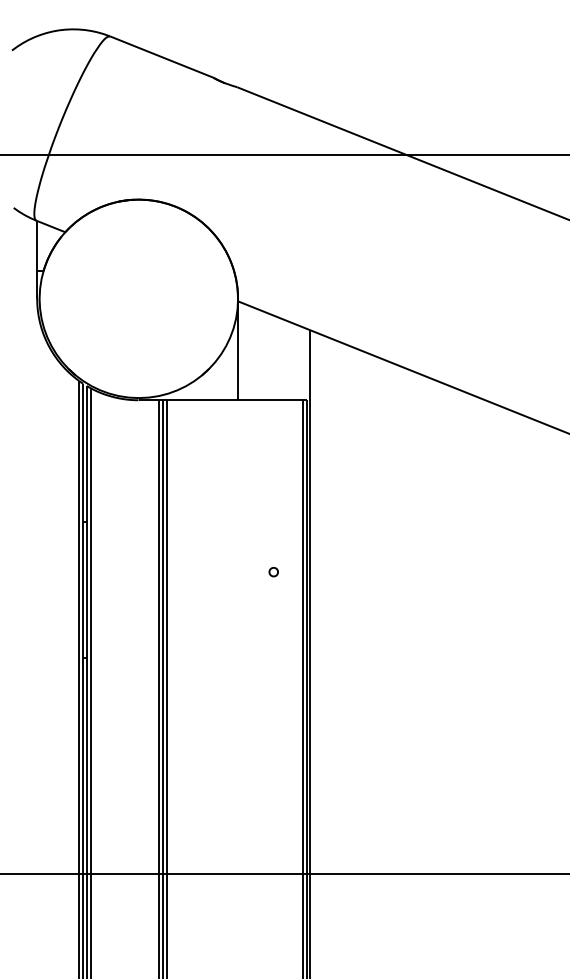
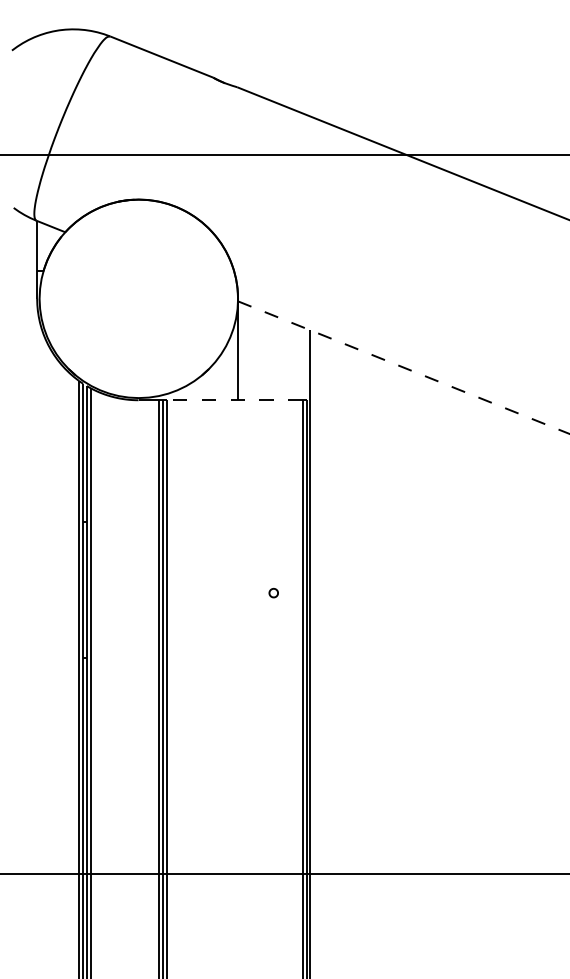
line at (404, 367): solid -> dashed
line at (234, 400): solid -> dashed
part at (273, 571) position: (273, 571) -> (273, 592)
